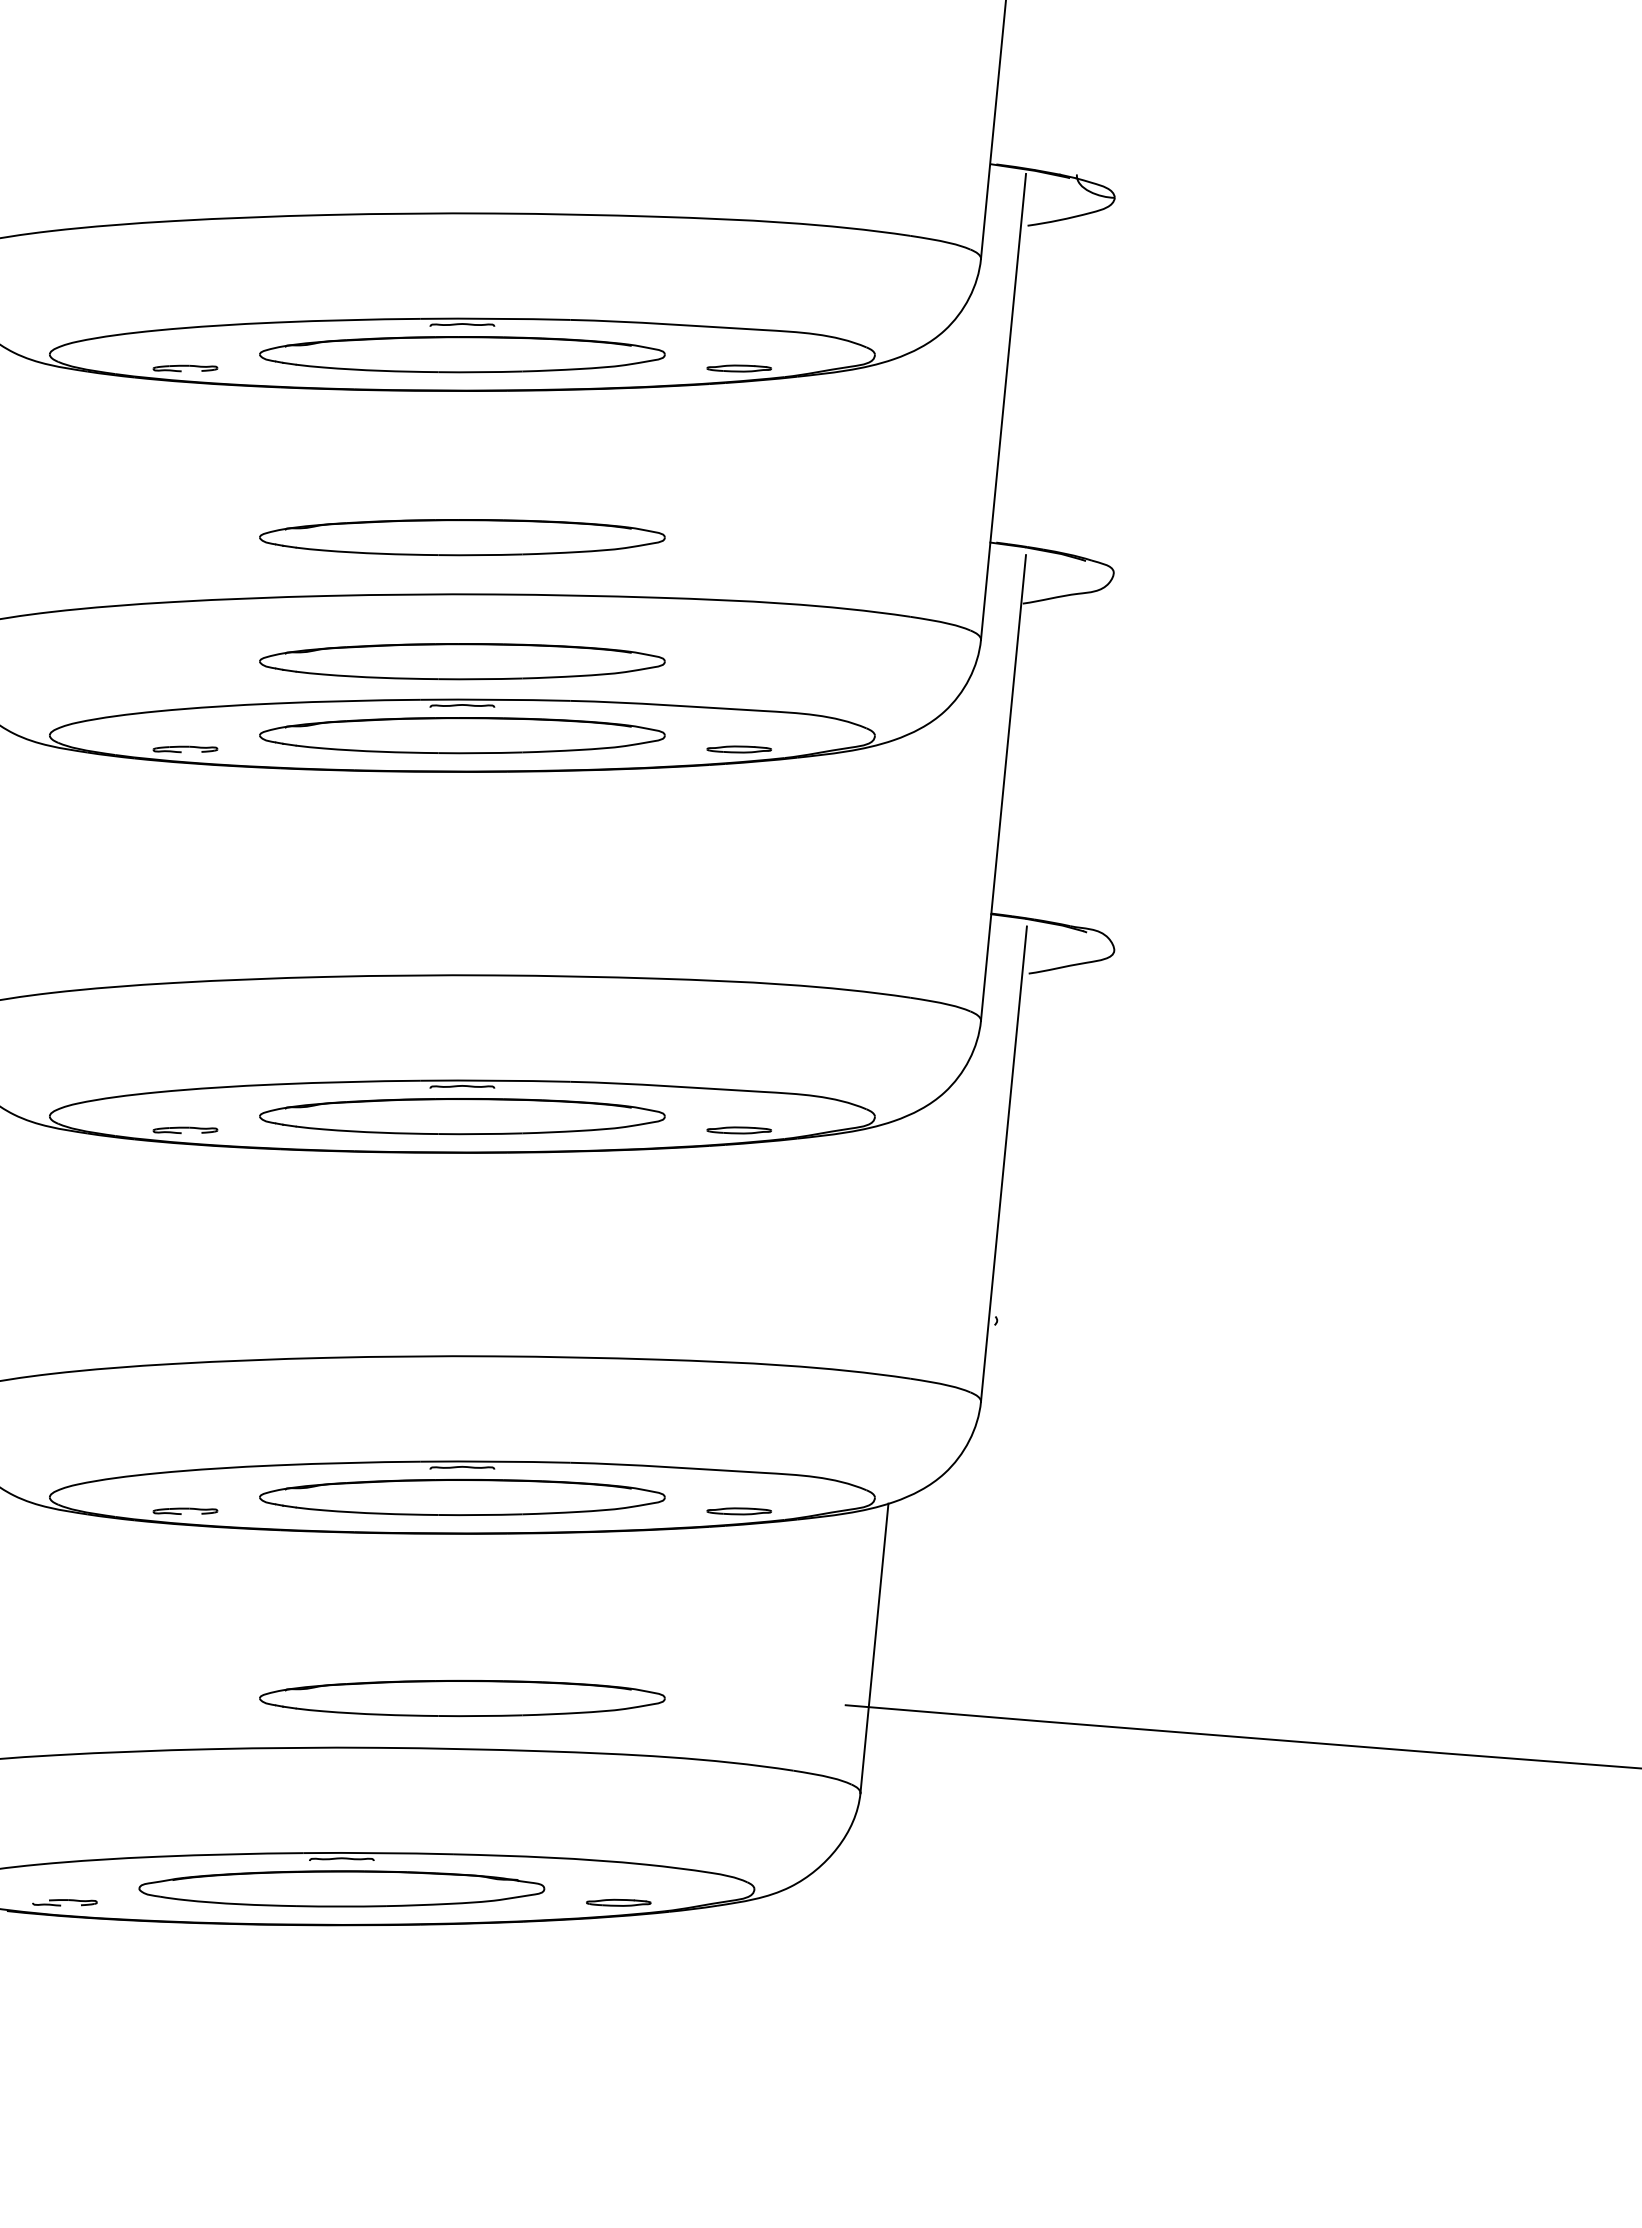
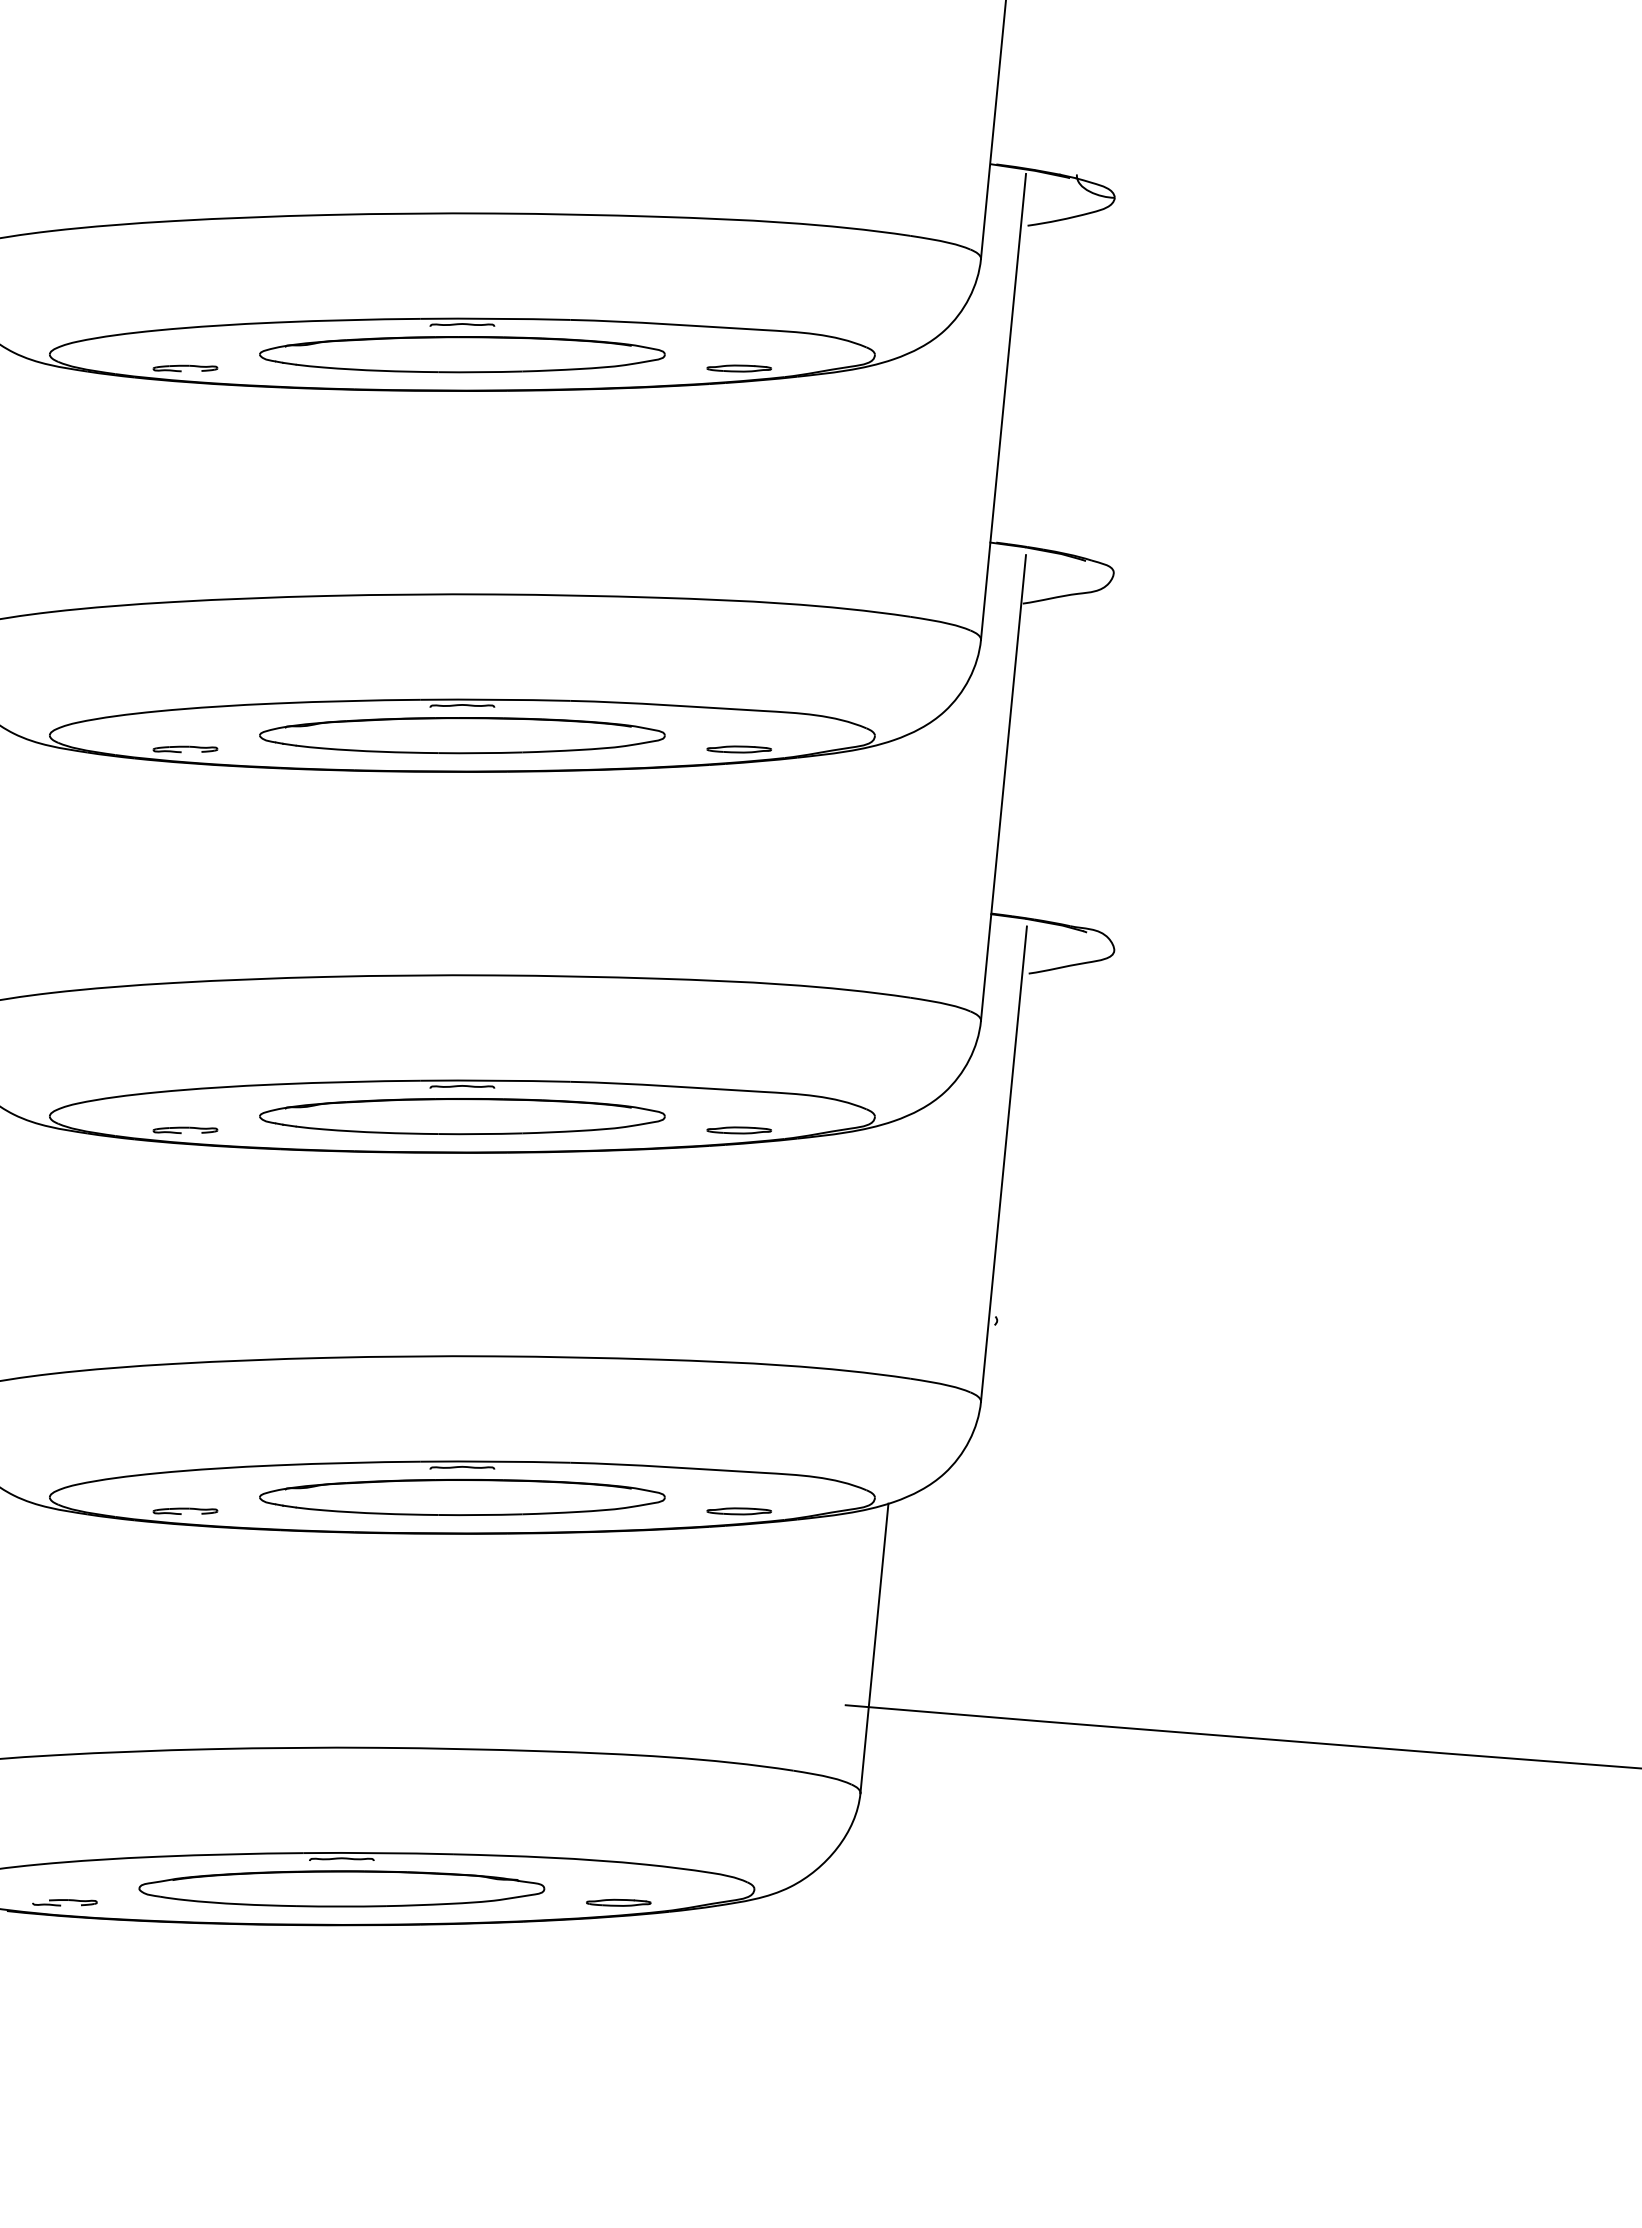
part at (462, 537): present -> none
part at (462, 661): present -> none
part at (462, 1698): present -> none
